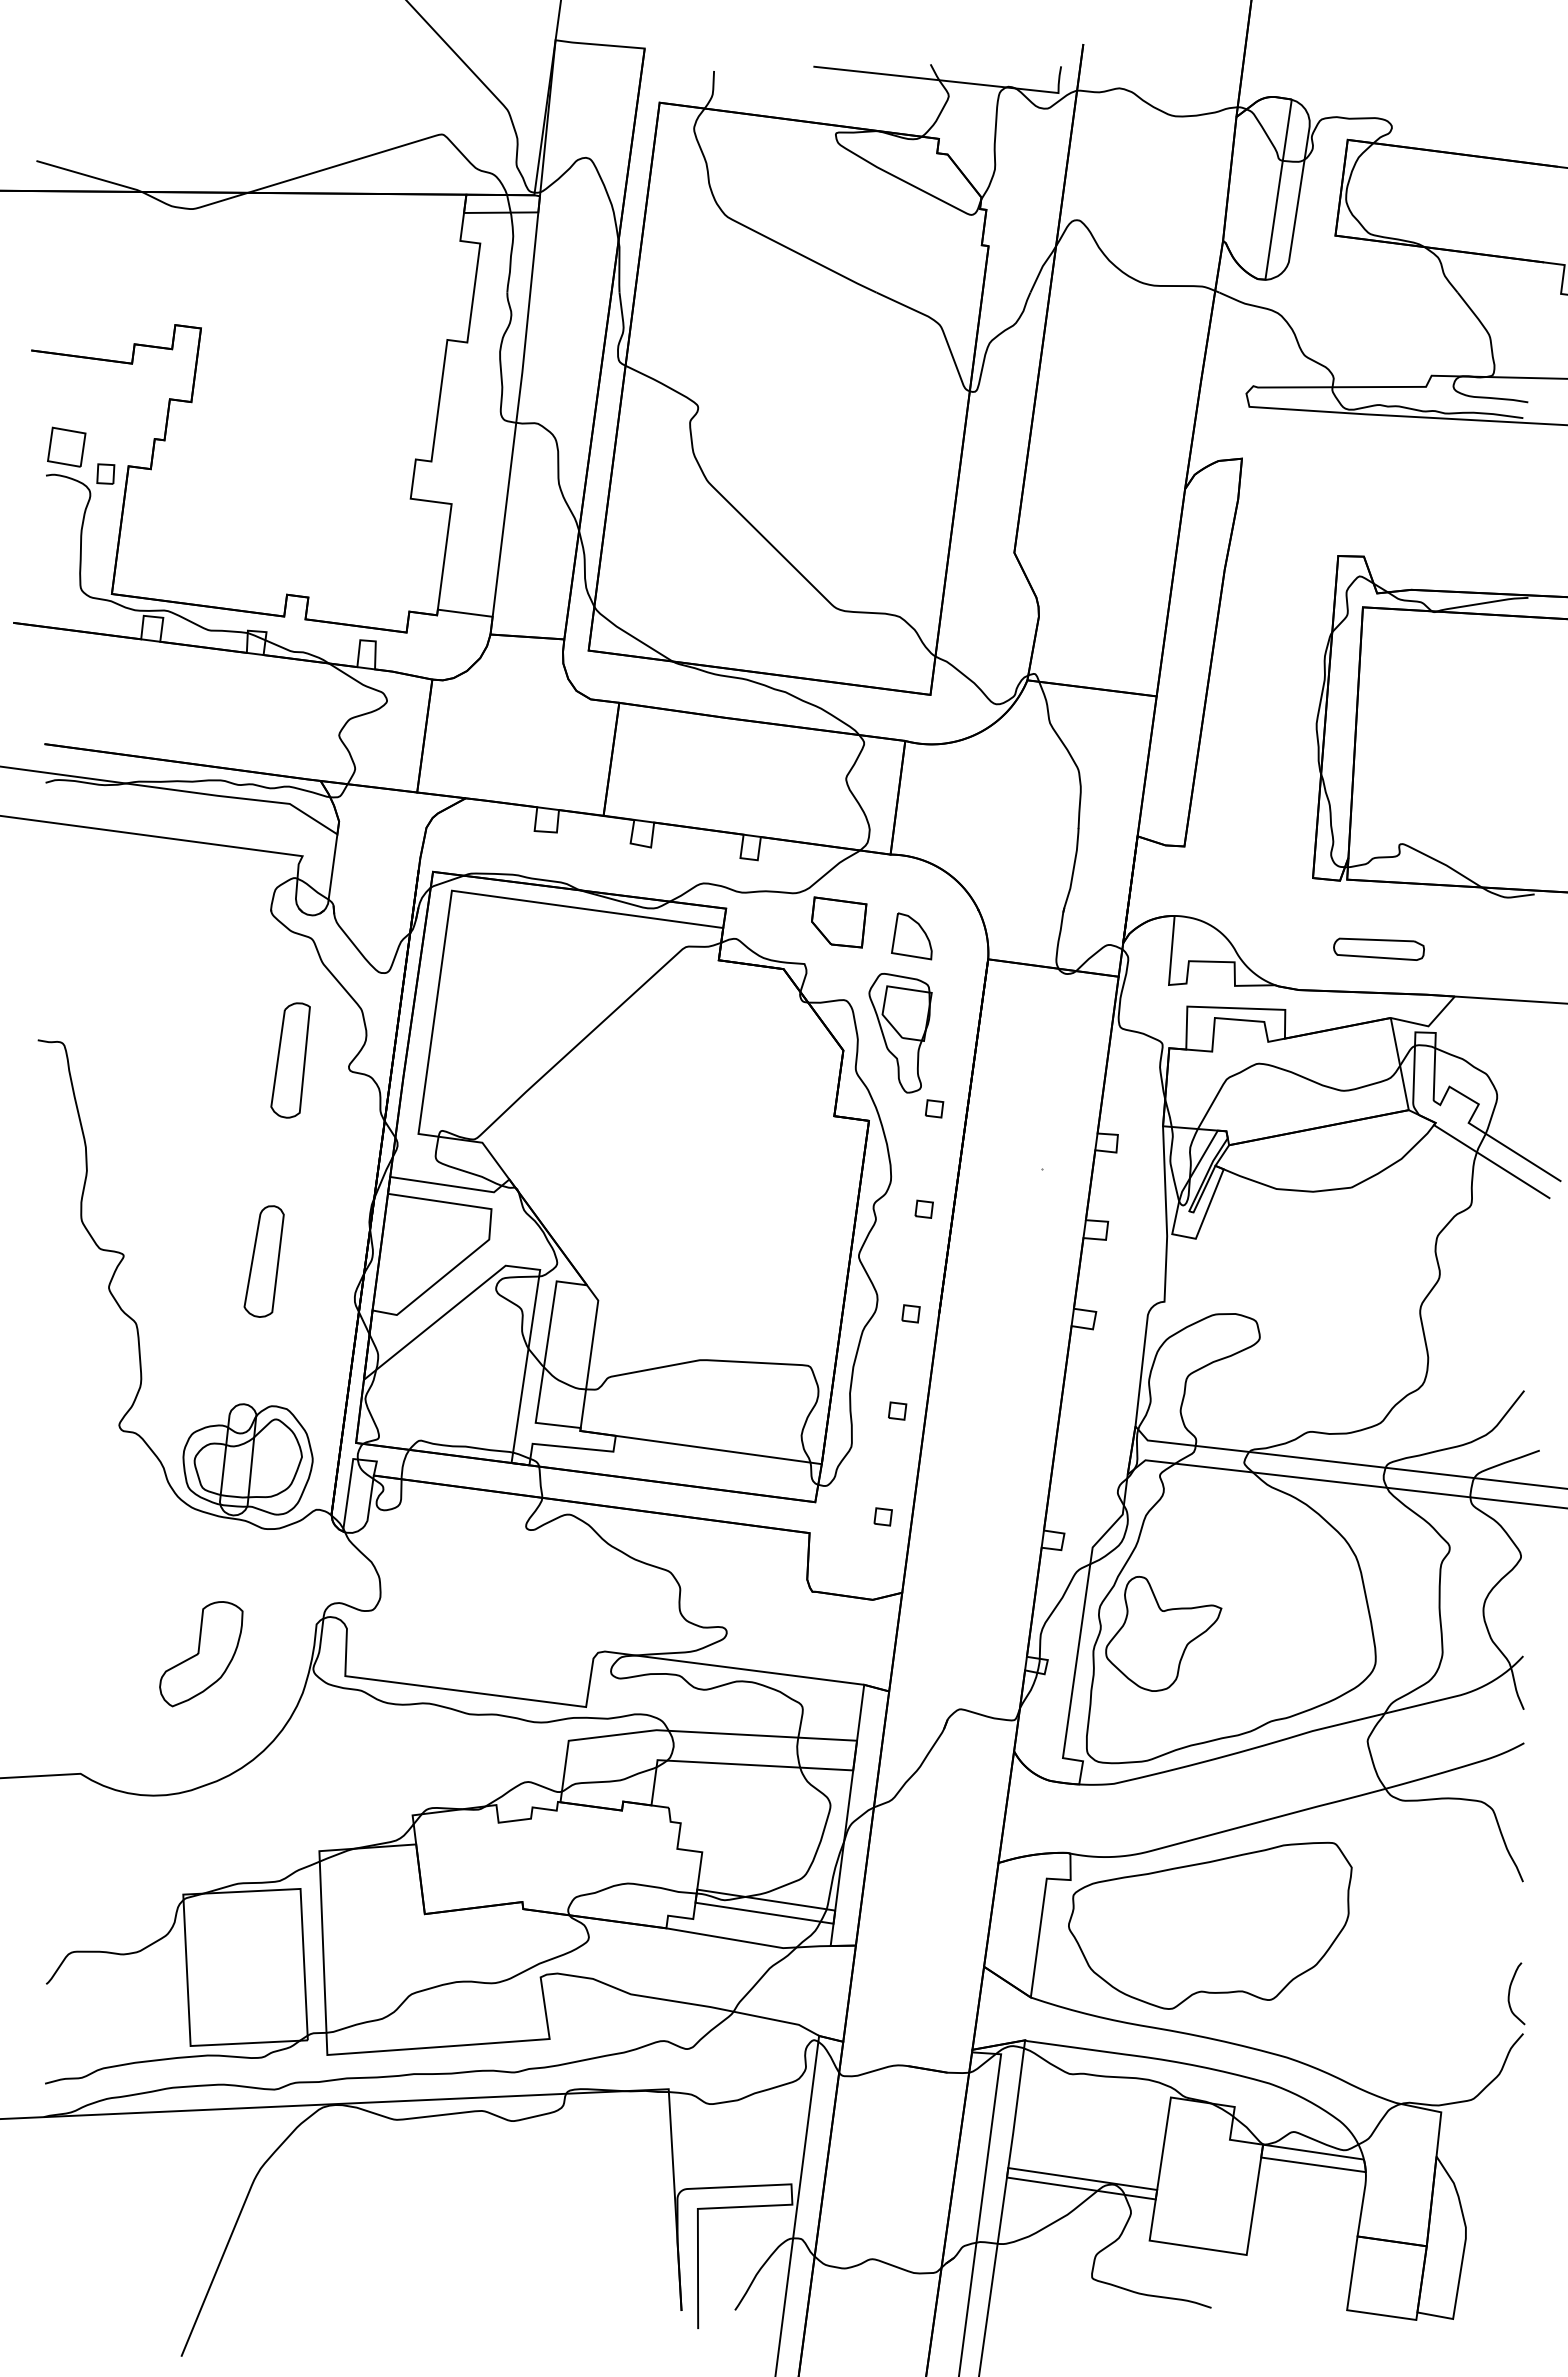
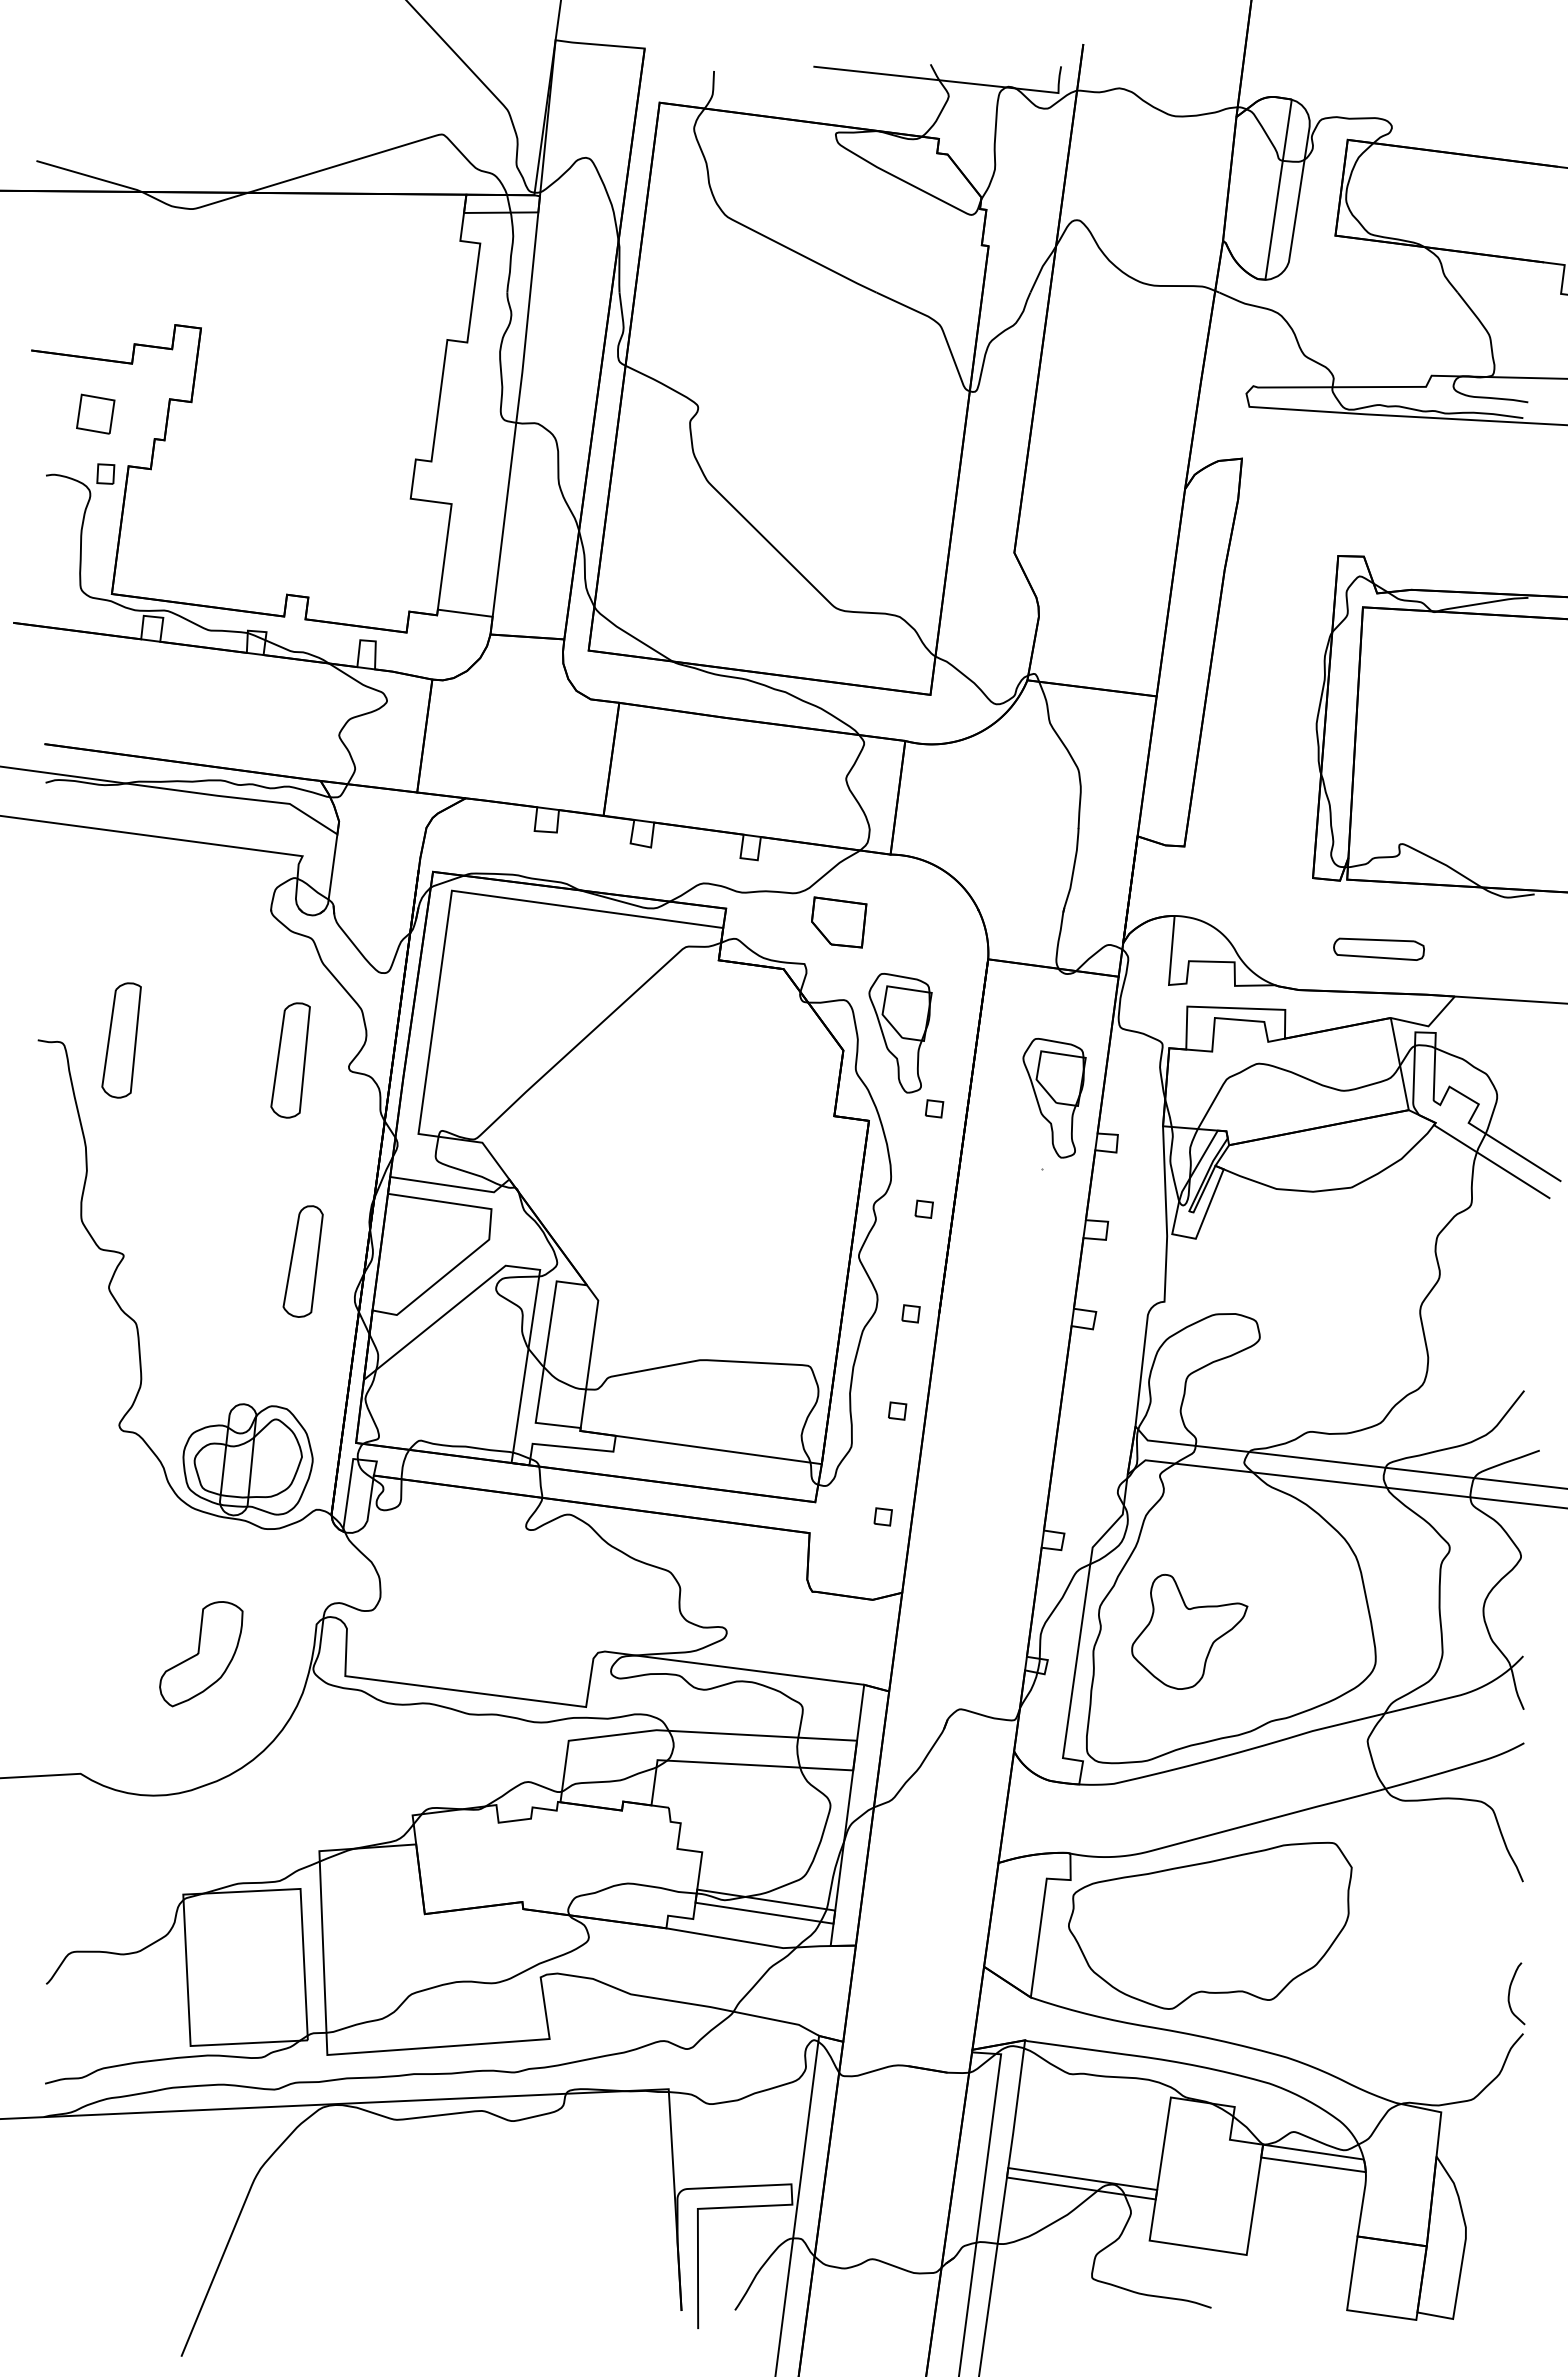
part at (66, 446) position: (66, 446) -> (95, 413)
part at (911, 936): present -> none
part at (121, 1040): none -> present
part at (1054, 1098): none -> present
part at (263, 1261) position: (263, 1261) -> (302, 1261)
part at (1163, 1633) position: (1163, 1633) -> (1189, 1631)
